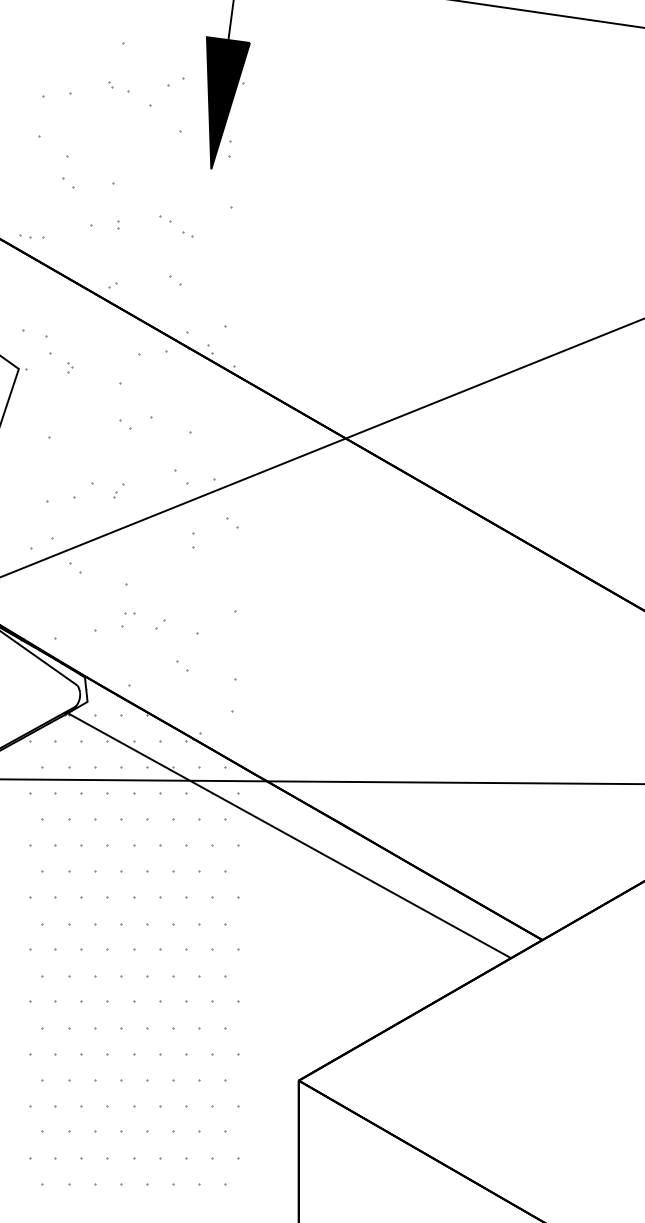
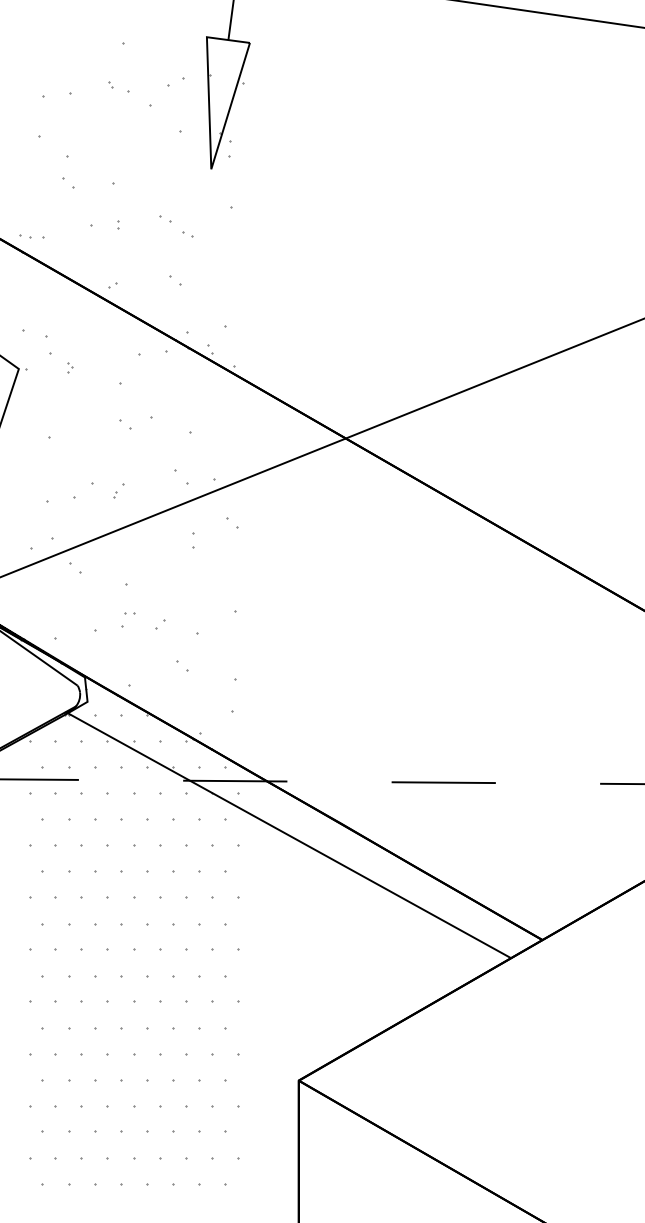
fill at (227, 103): present -> none
line at (322, 781): solid -> dashed
